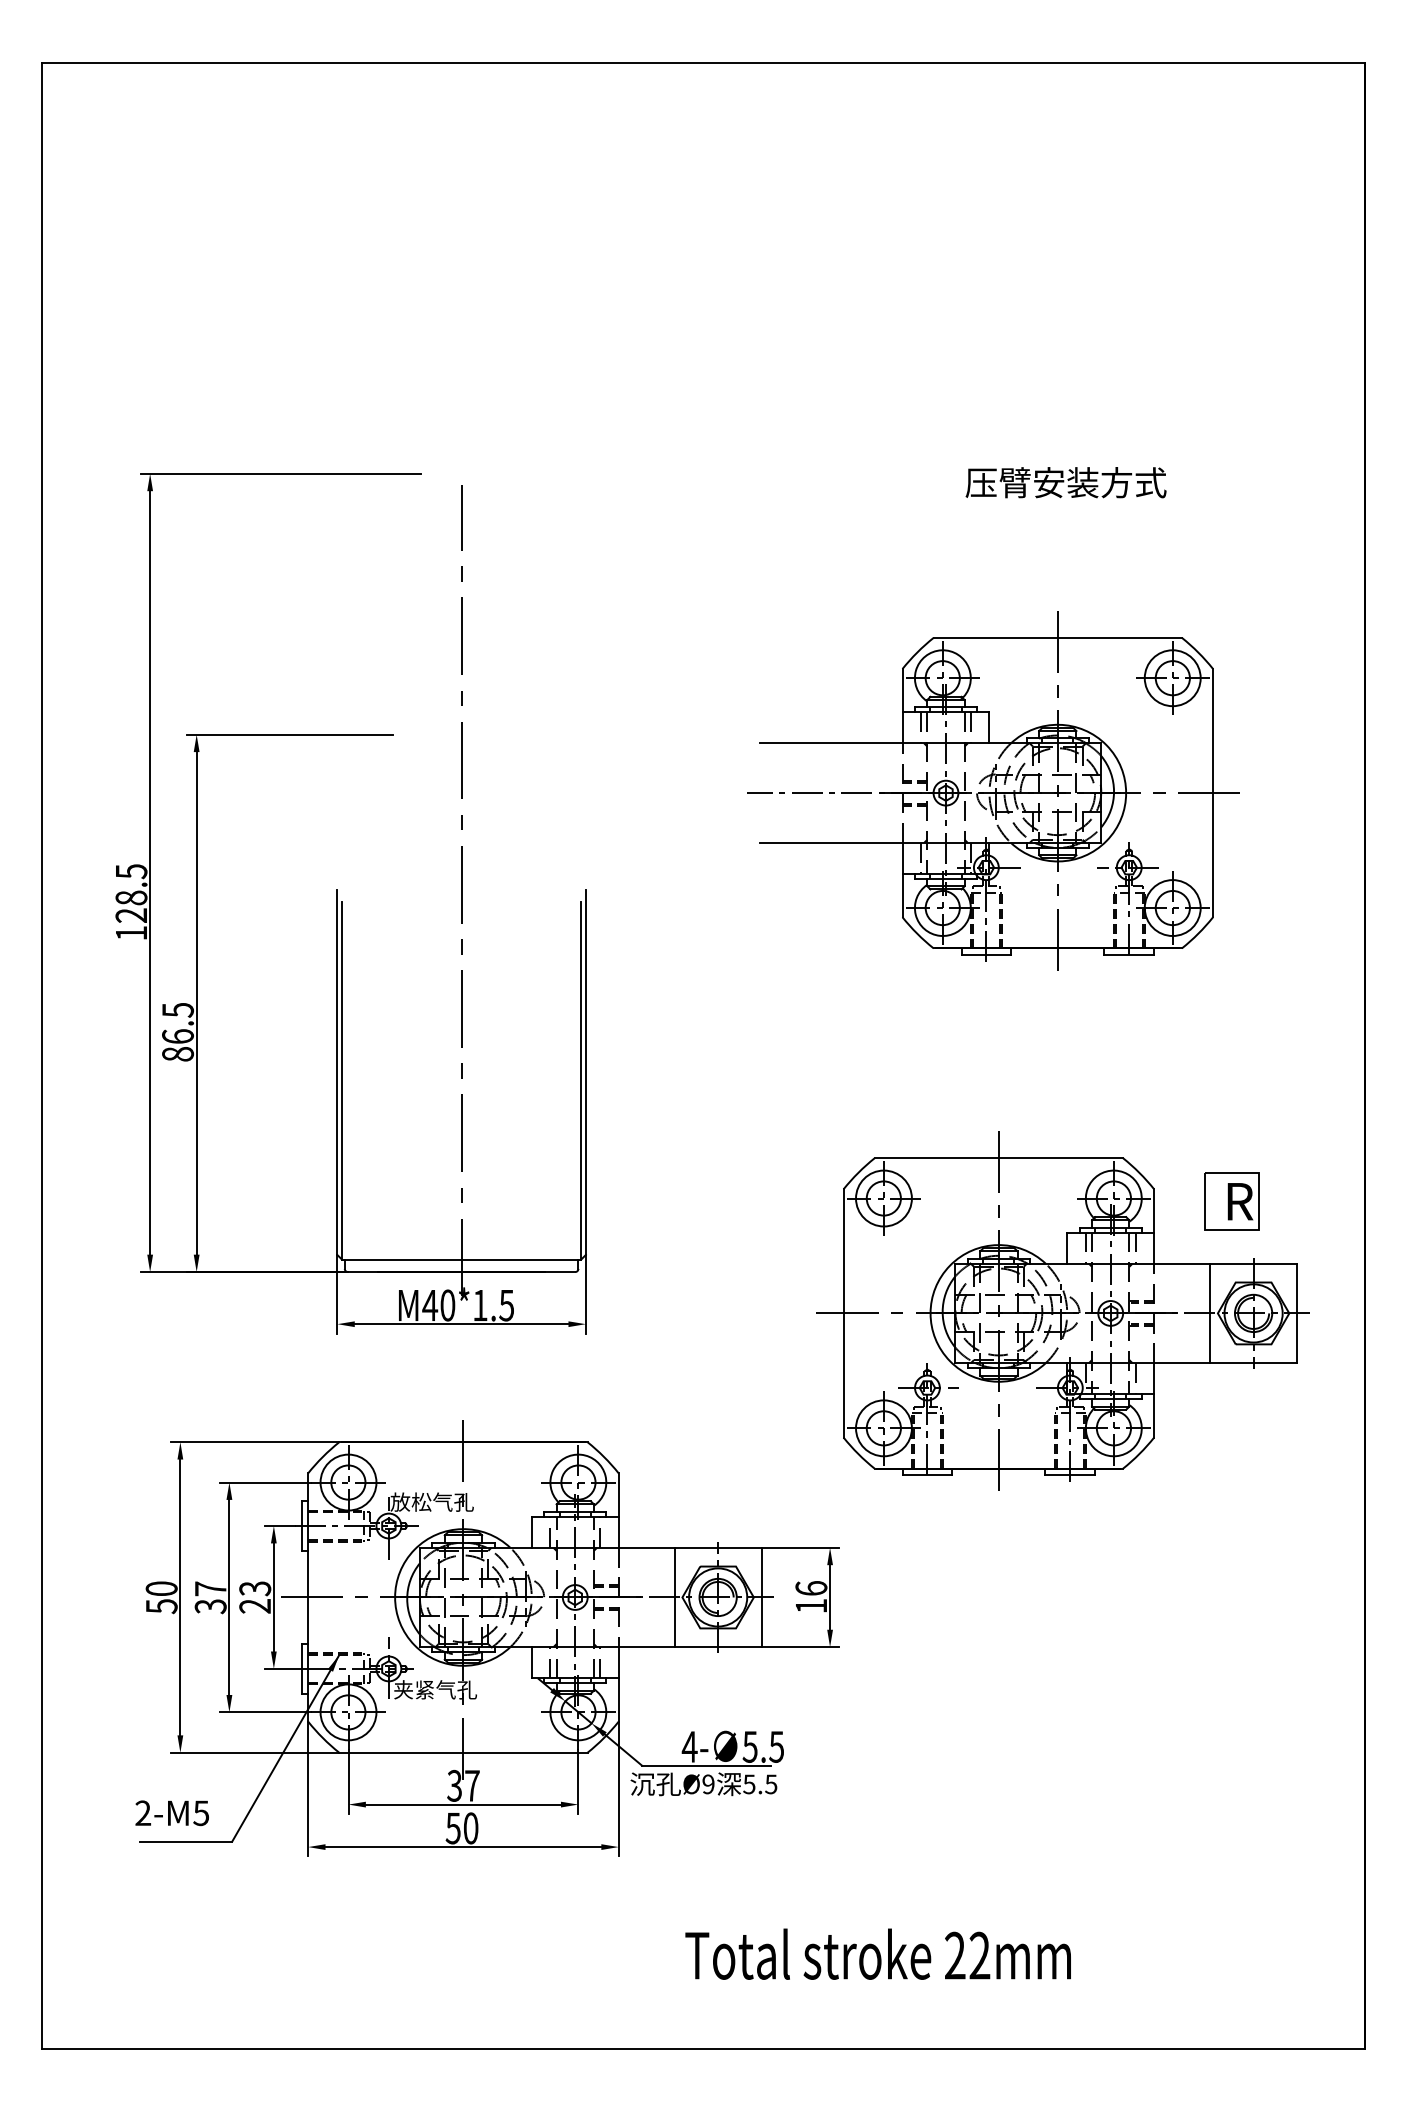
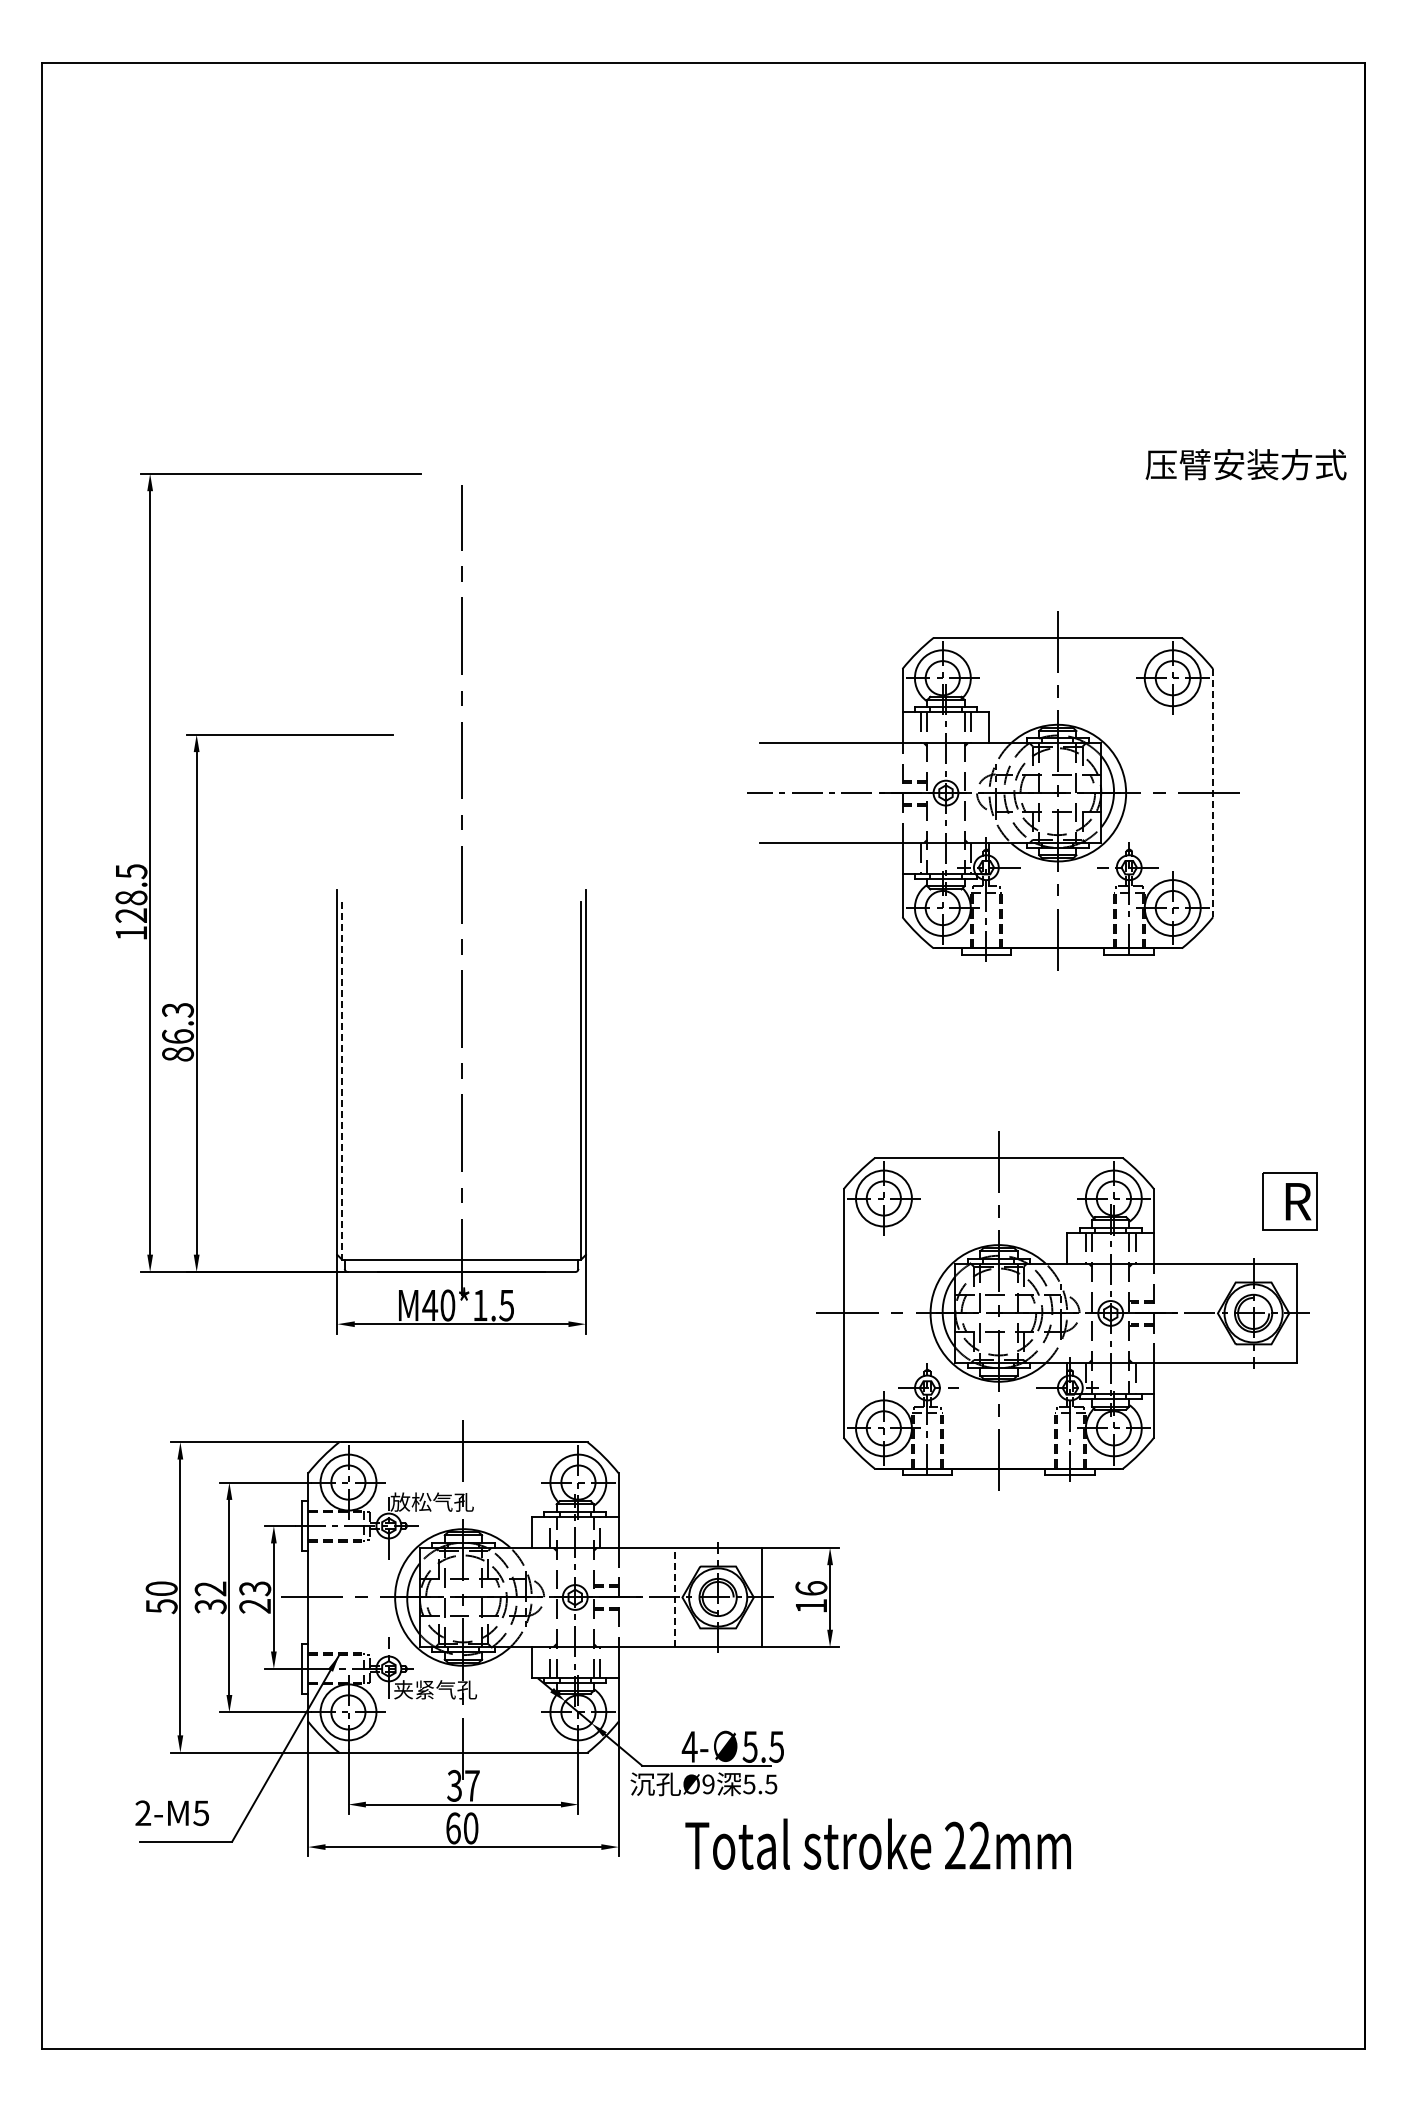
text at (1065, 482) position: (1065, 482) -> (1245, 464)
line at (1213, 793): solid -> dashed
text at (177, 1010): 86.5 -> 86.3
line at (342, 1081): solid -> dashed
part at (1231, 1201) position: (1231, 1201) -> (1289, 1201)
line at (1210, 1313): present -> none
text at (210, 1588): 37 -> 32
line at (674, 1597): solid -> dashed
text at (452, 1828): 50 -> 60
text at (877, 1953) position: (877, 1953) -> (877, 1843)
